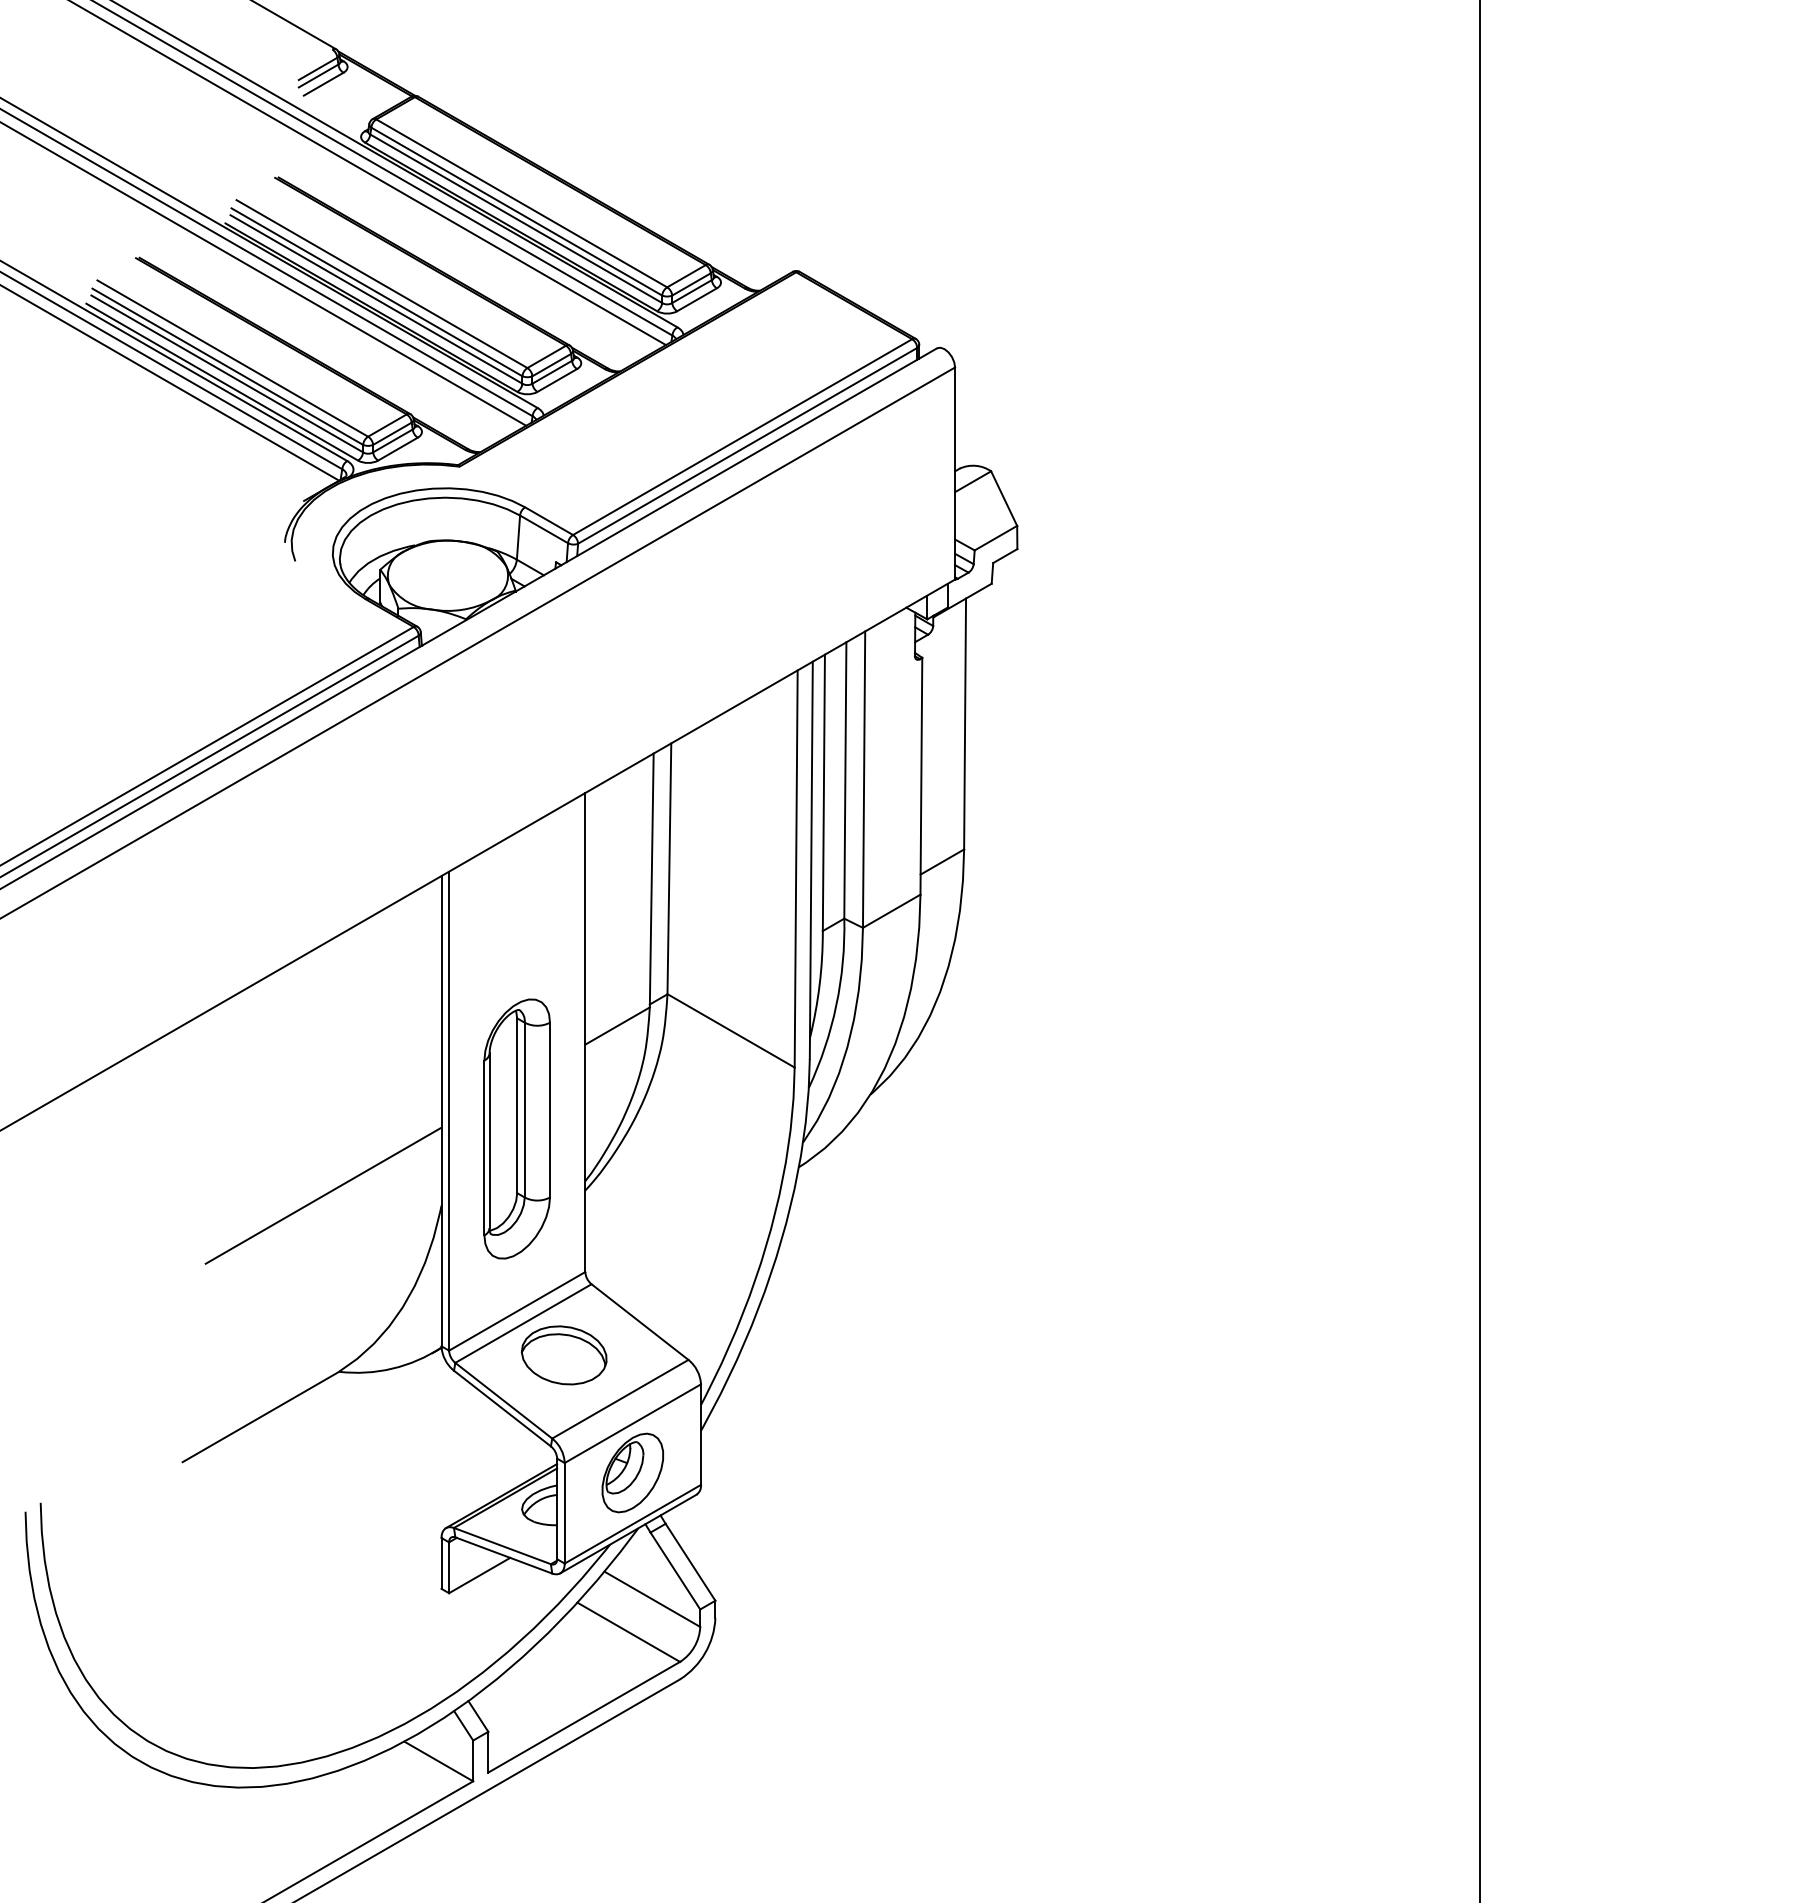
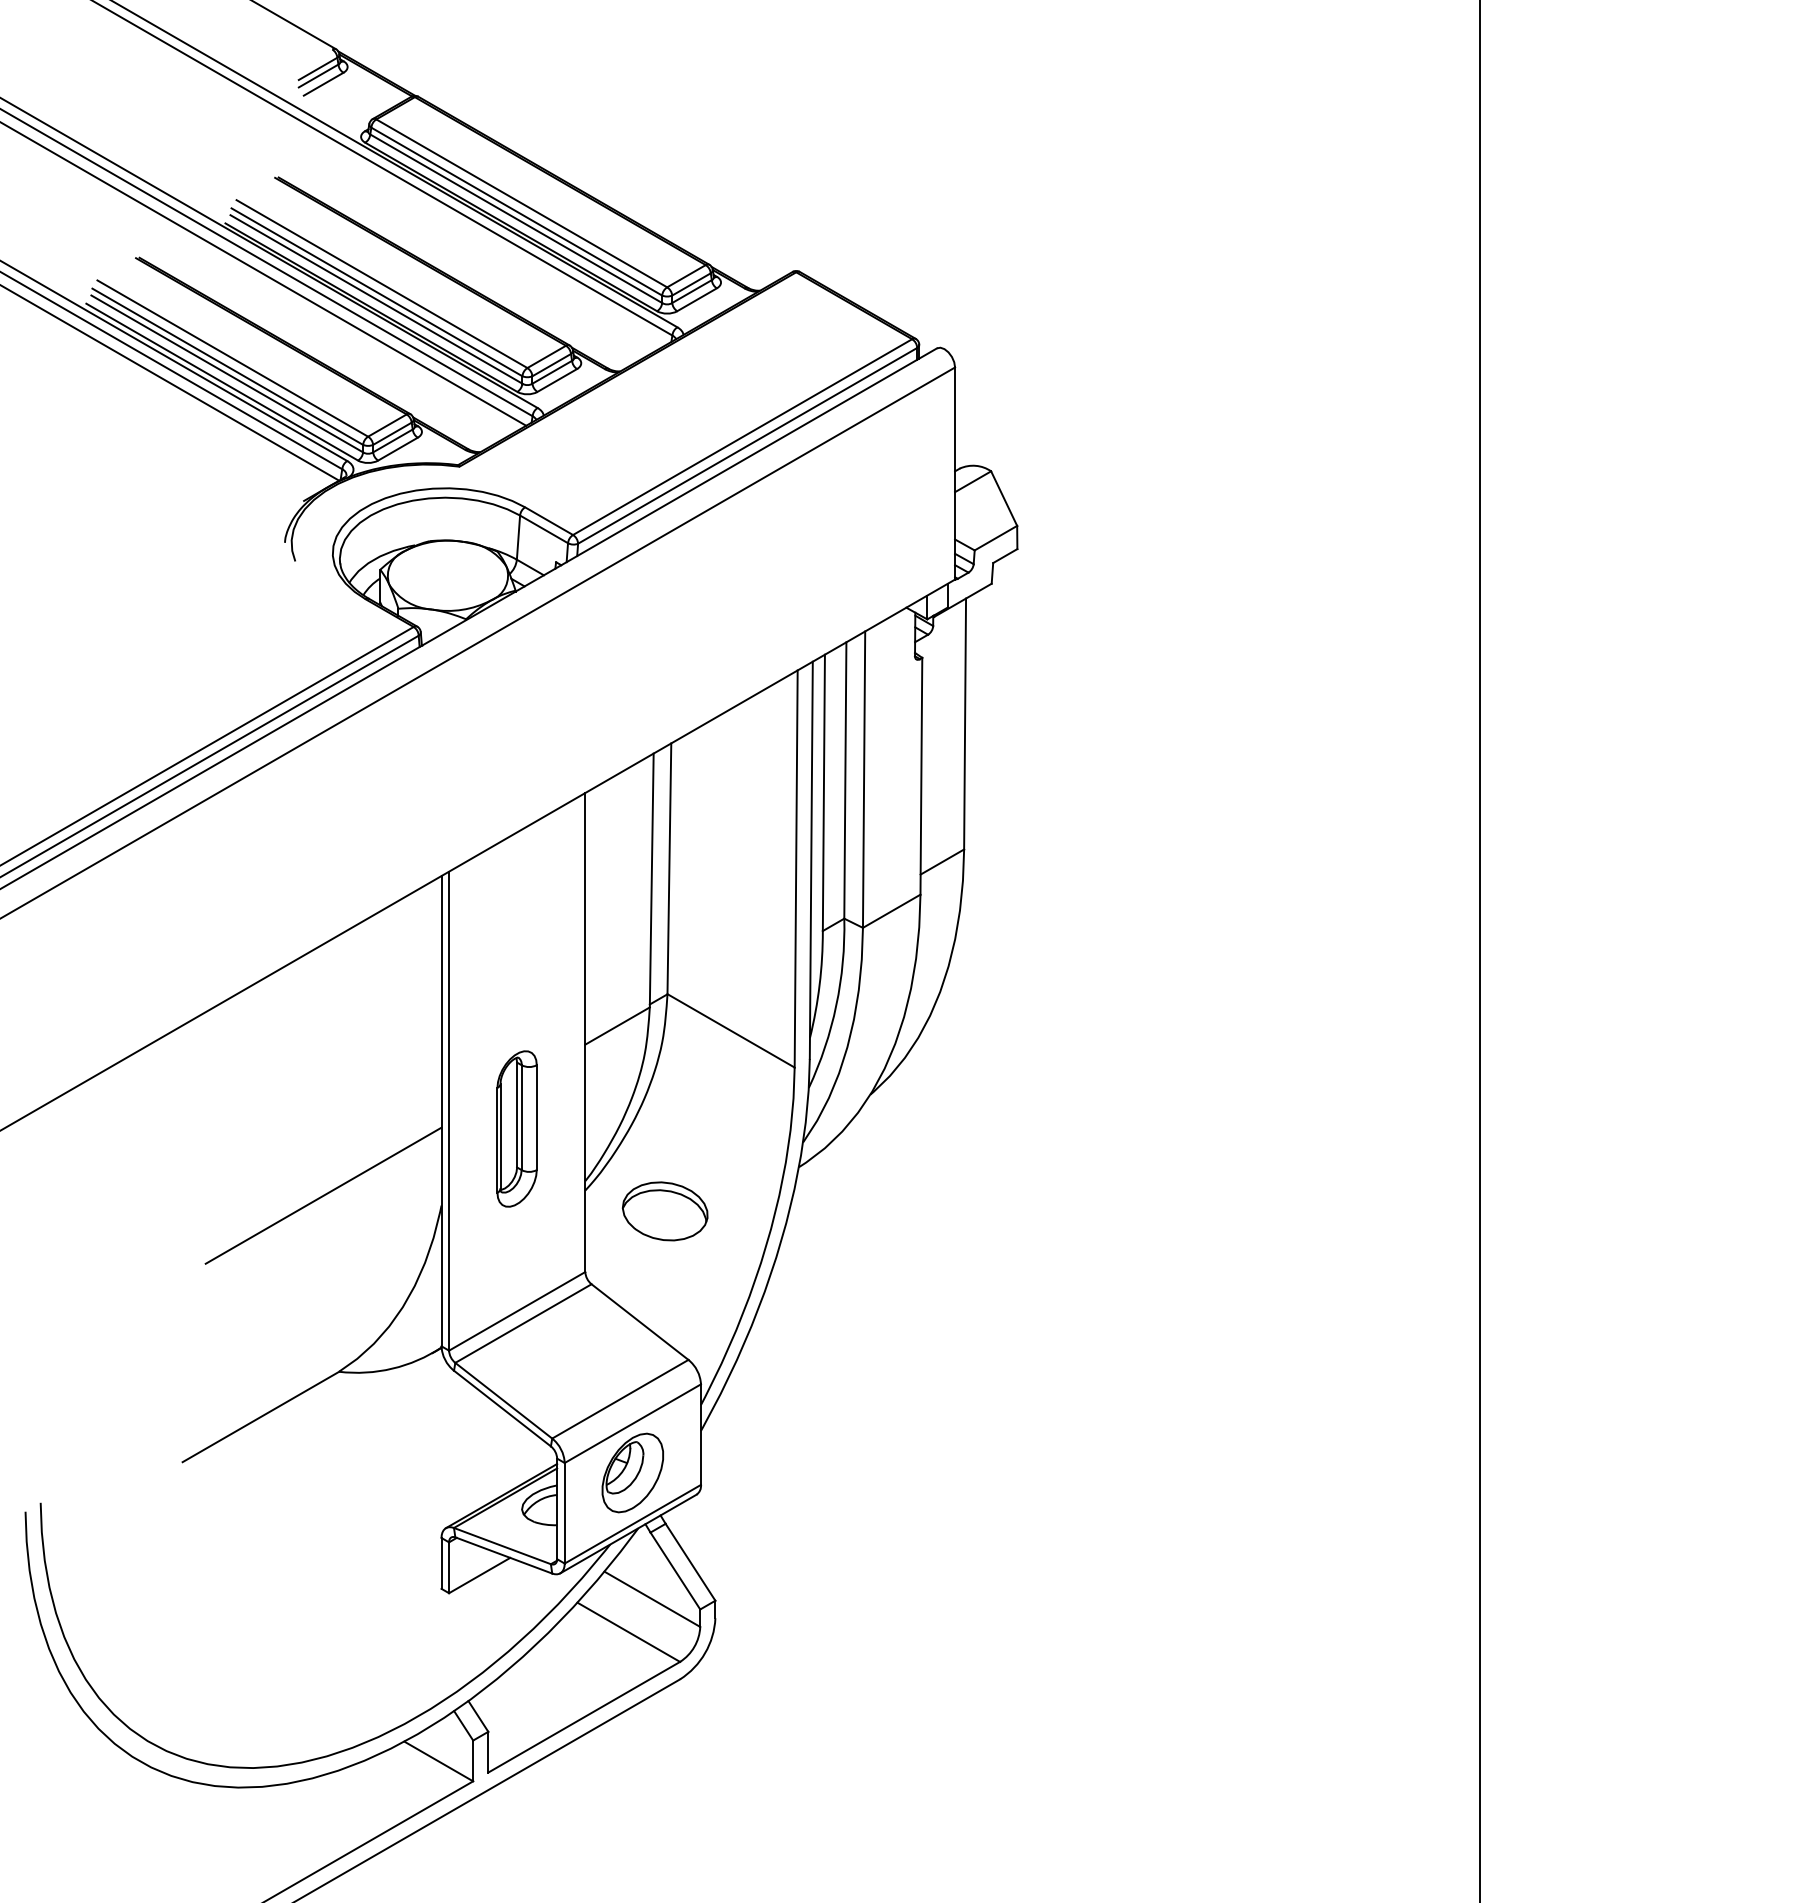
line at (369, 173): present -> none
part at (516, 1128) size: 68x262 px -> 42x158 px
part at (563, 1355) position: (563, 1355) -> (664, 1211)
